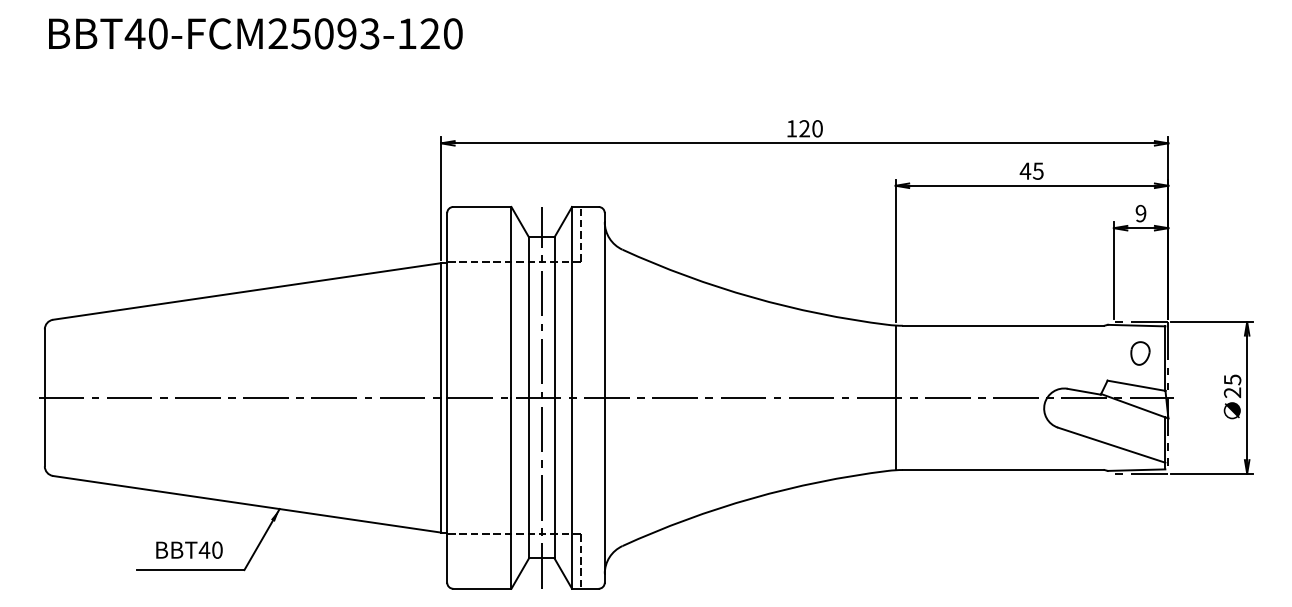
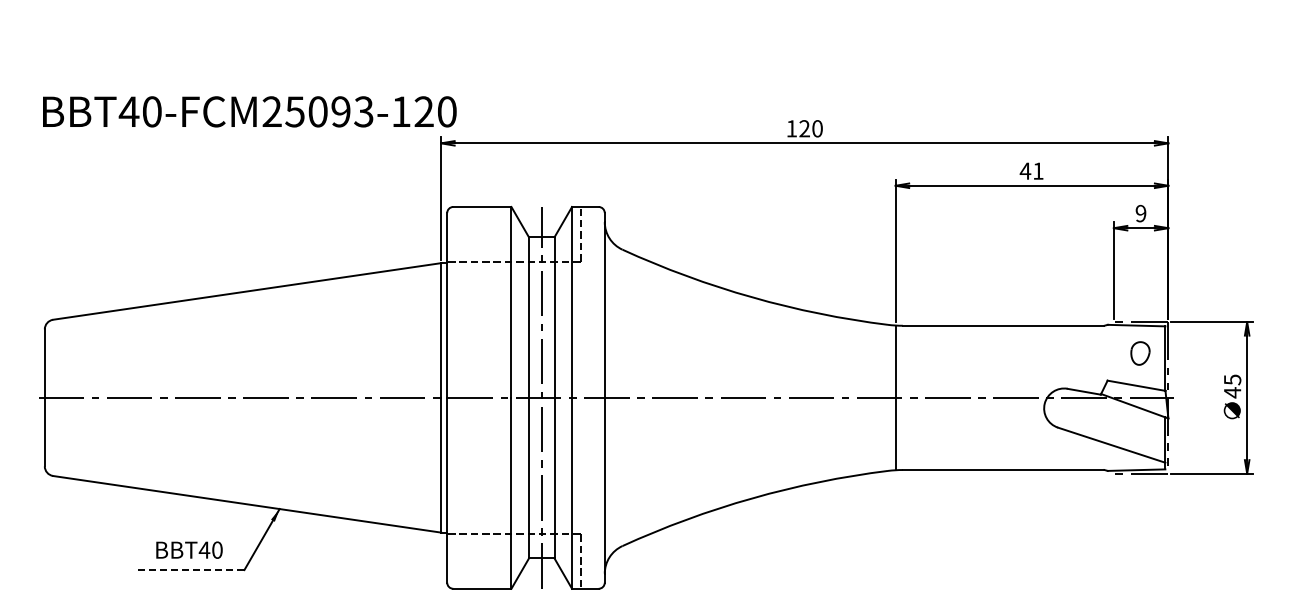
text at (255, 33) position: (255, 33) -> (249, 111)
text at (1037, 170): 45 -> 41
text at (1232, 392): 25 -> 45
line at (190, 570): solid -> dashed
